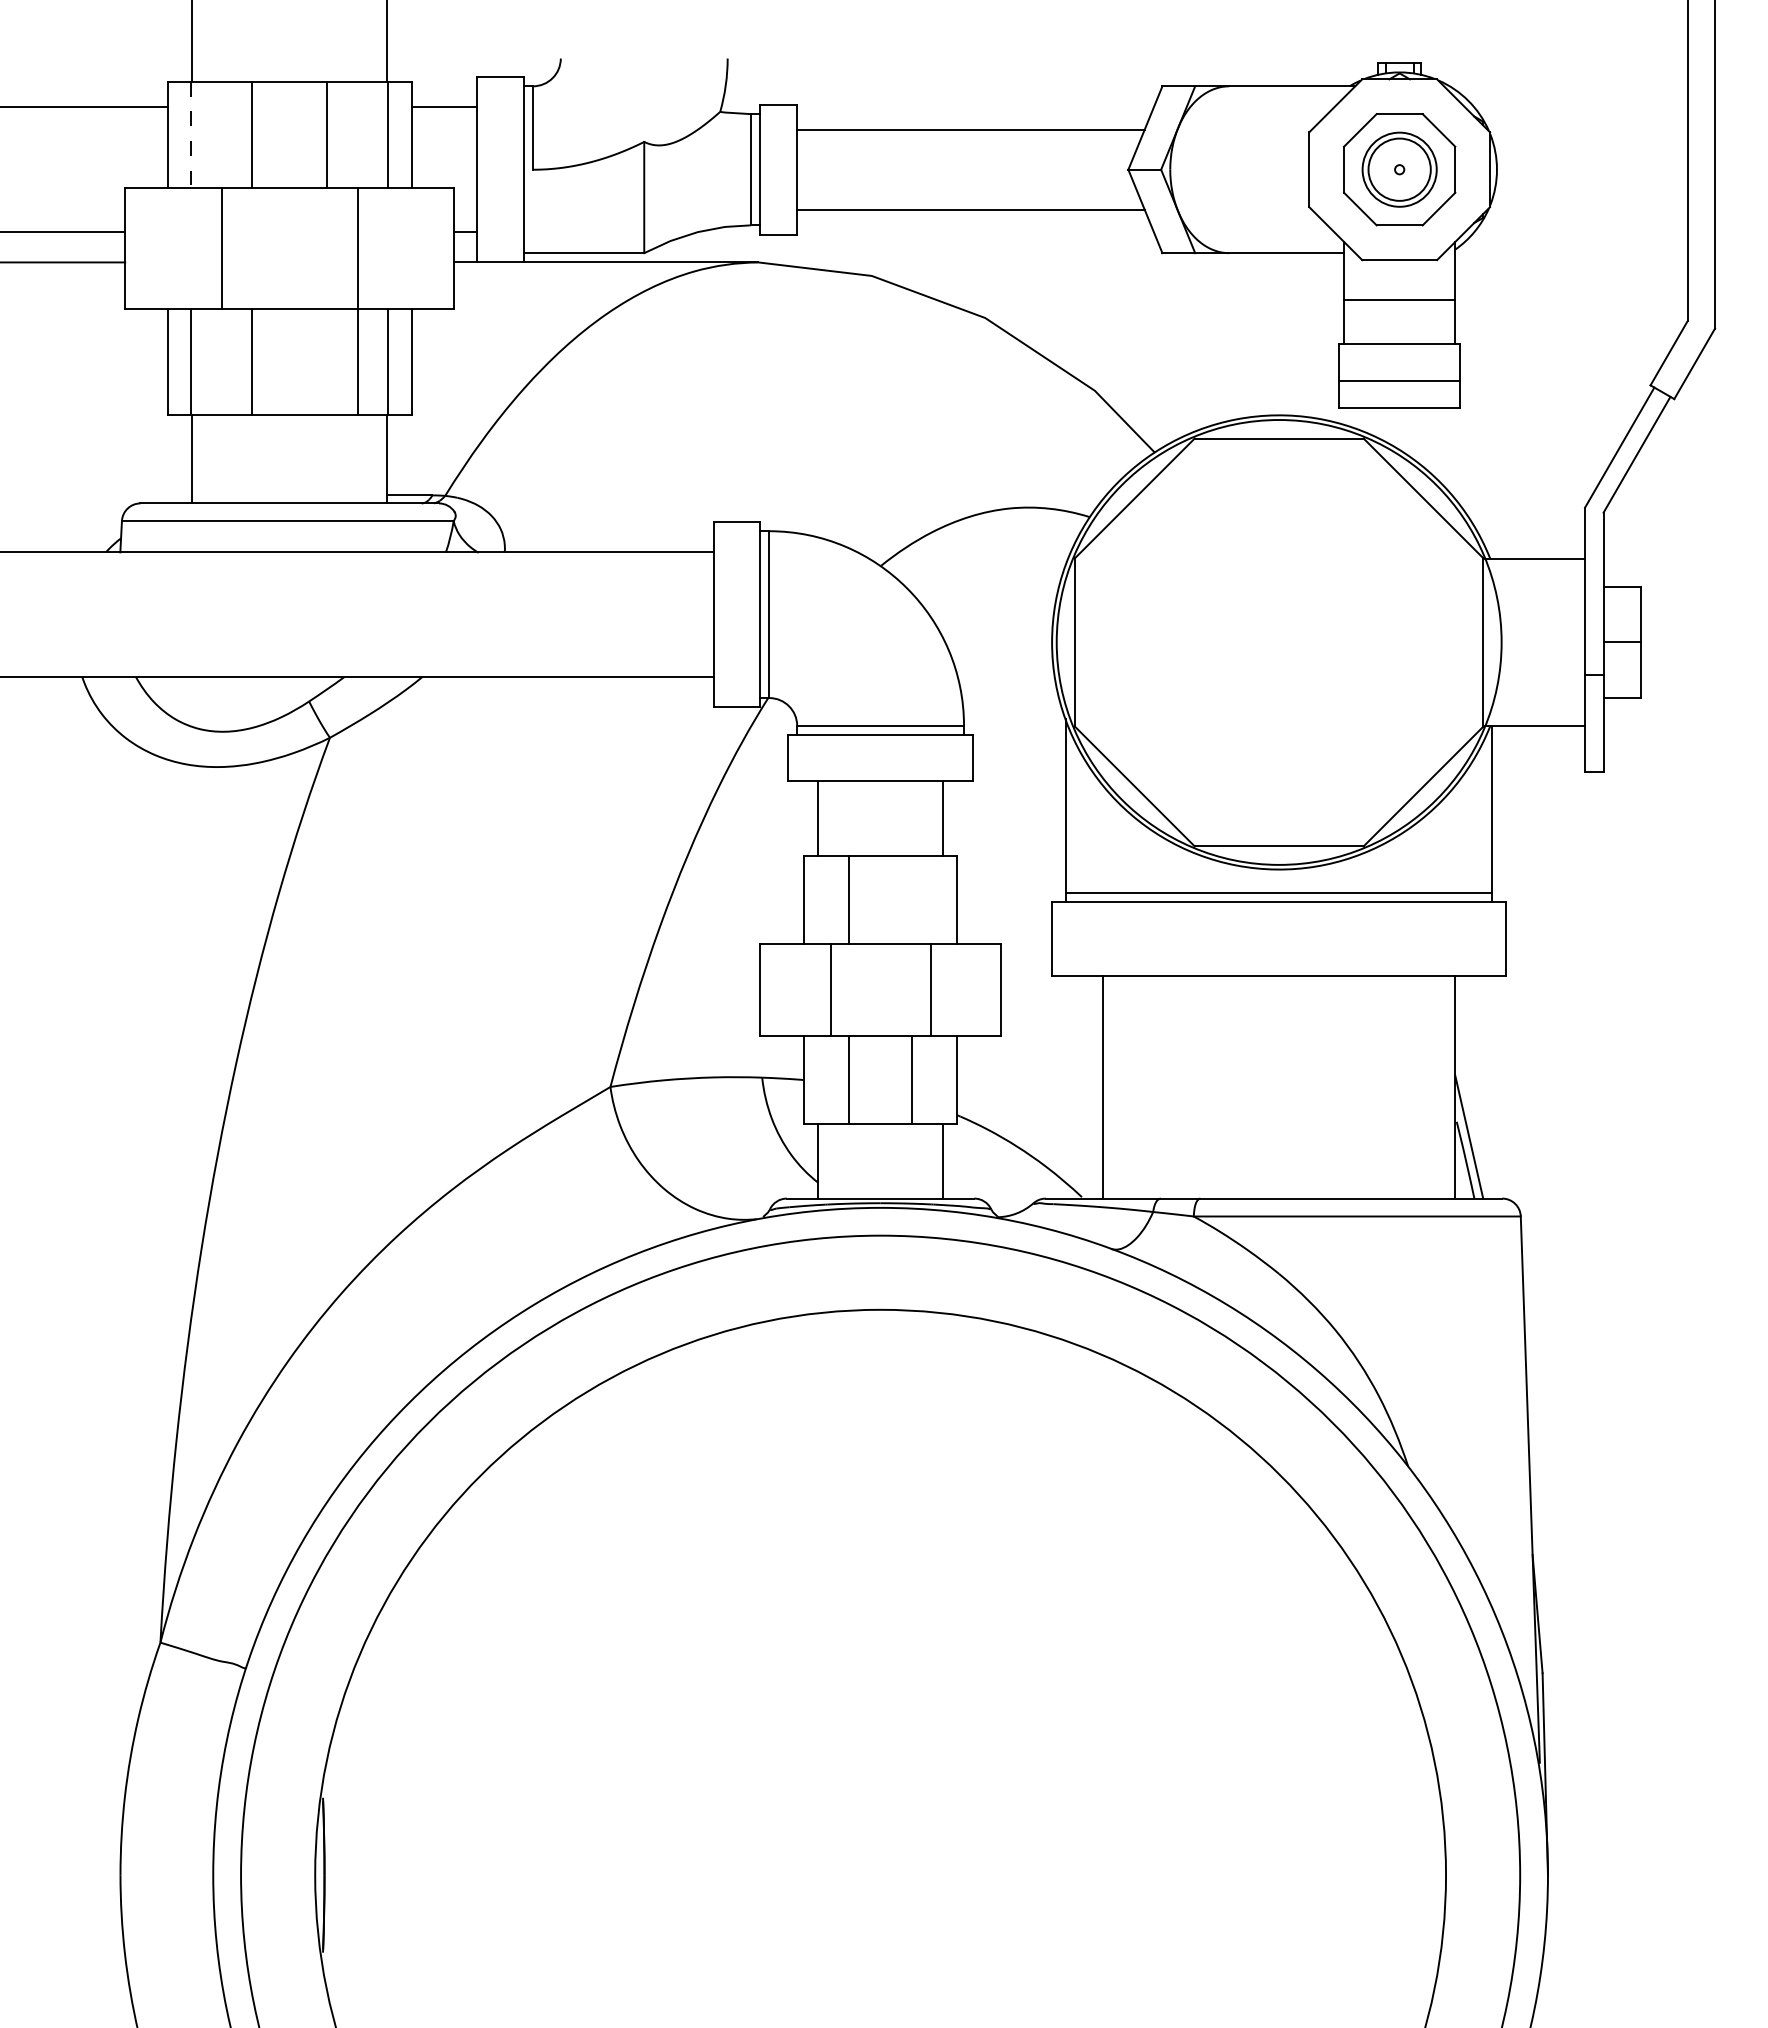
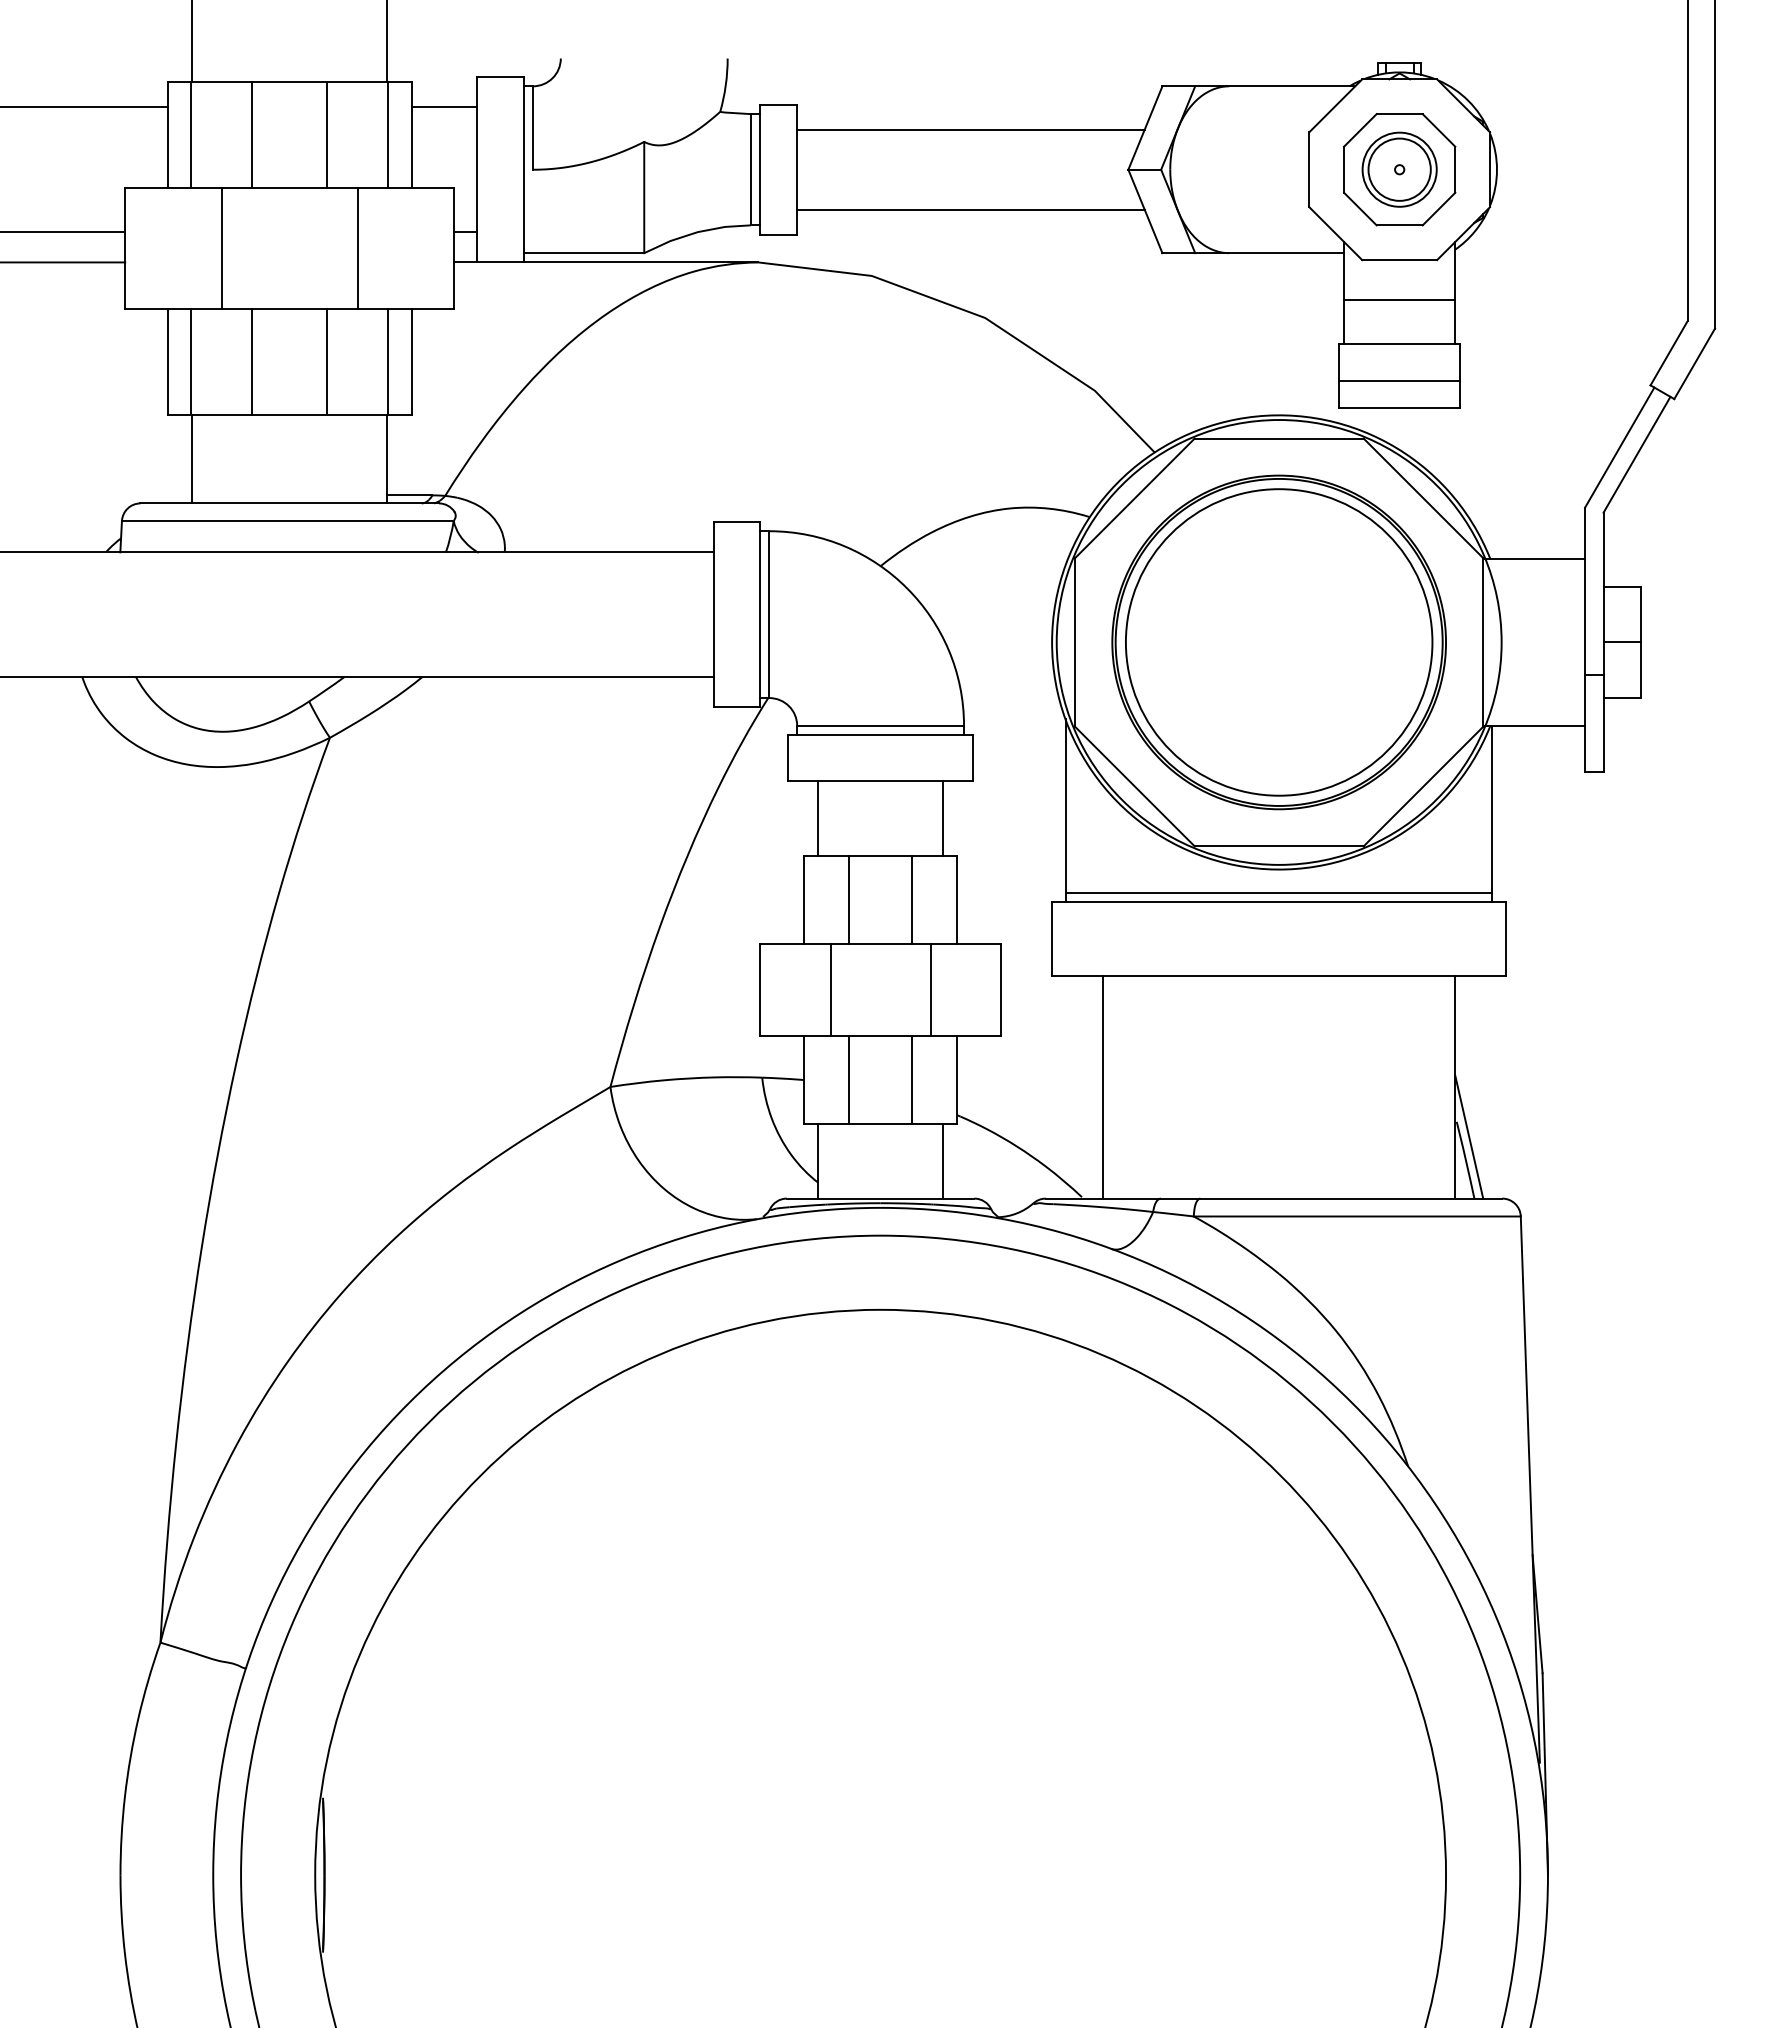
line at (191, 135): dashed -> solid
line at (358, 361) position: (358, 361) -> (327, 361)
part at (1278, 642): none -> present
line at (912, 899): none -> present
